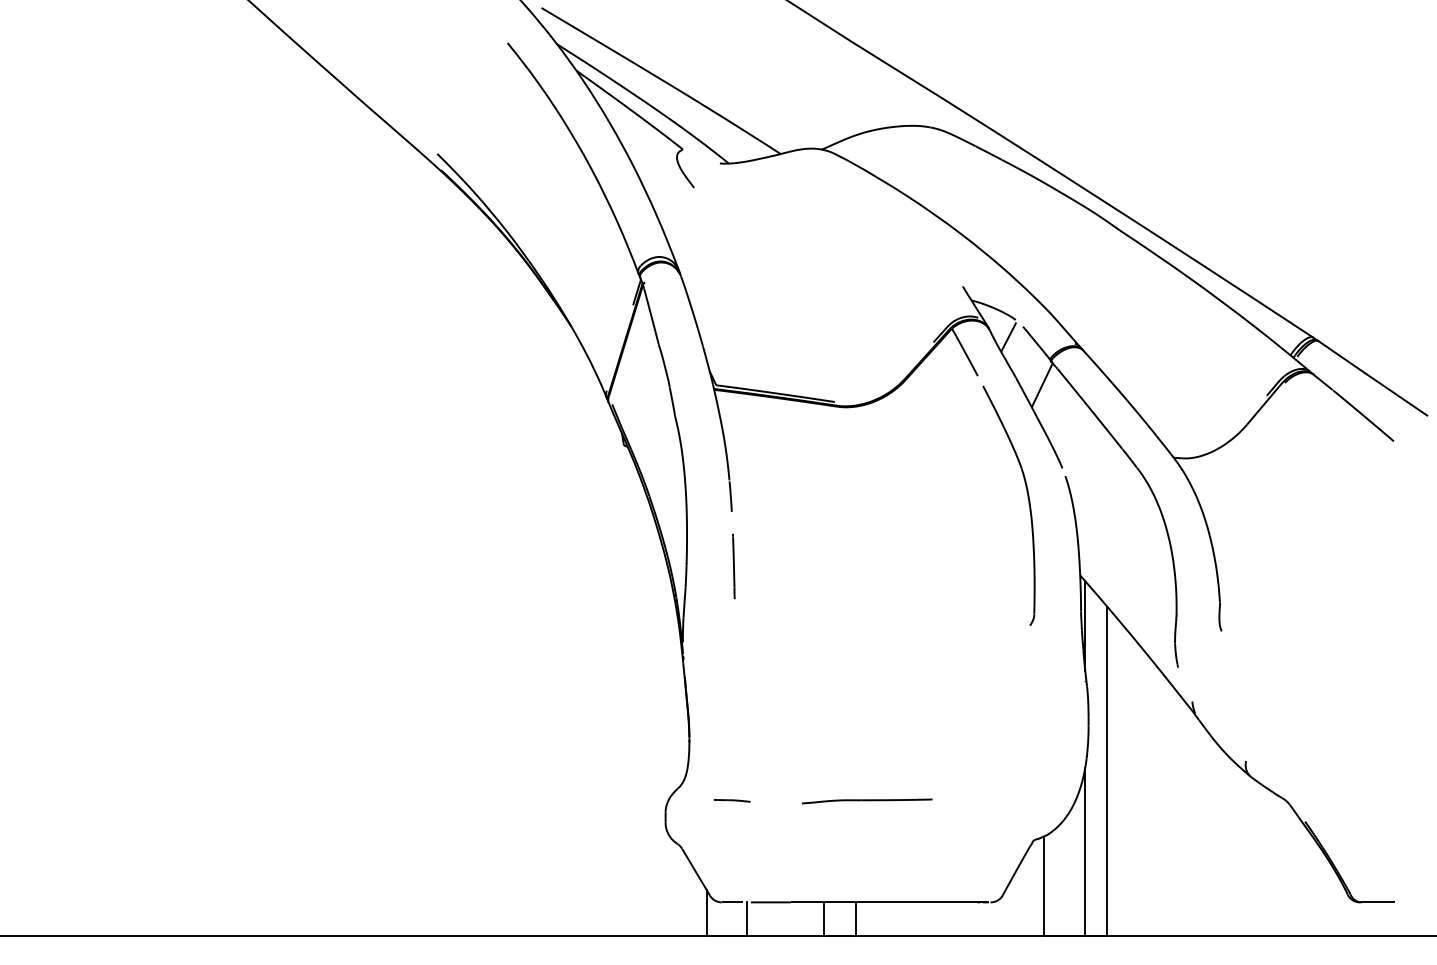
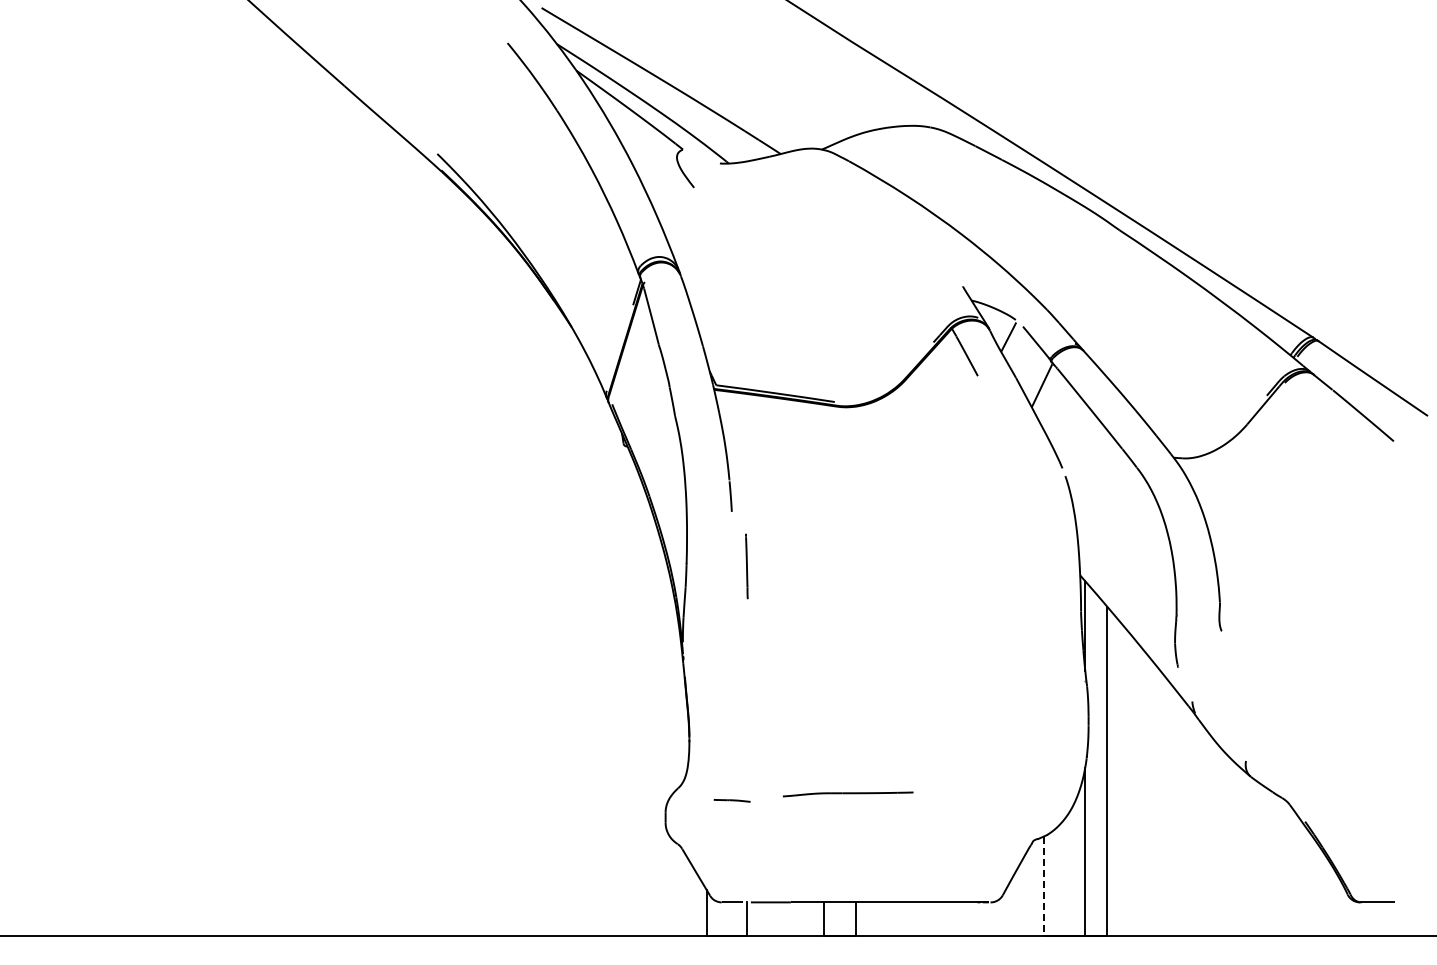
part at (1028, 504): present -> none
line at (733, 566) position: (733, 566) -> (746, 566)
part at (867, 801) position: (867, 801) -> (848, 794)
line at (1044, 886): solid -> dashed
